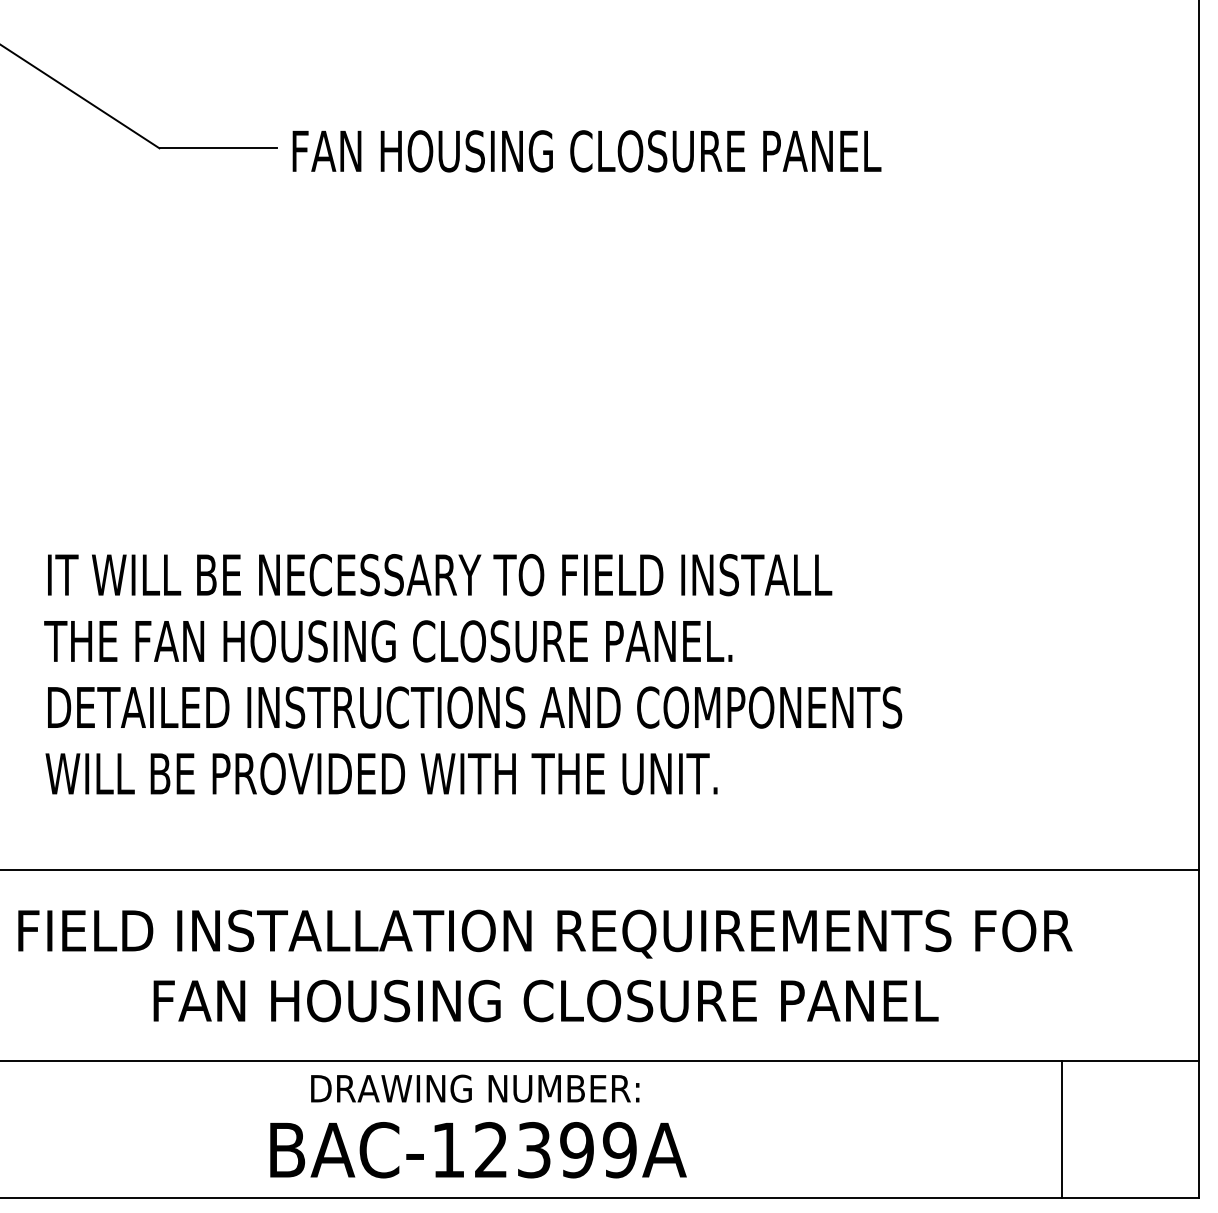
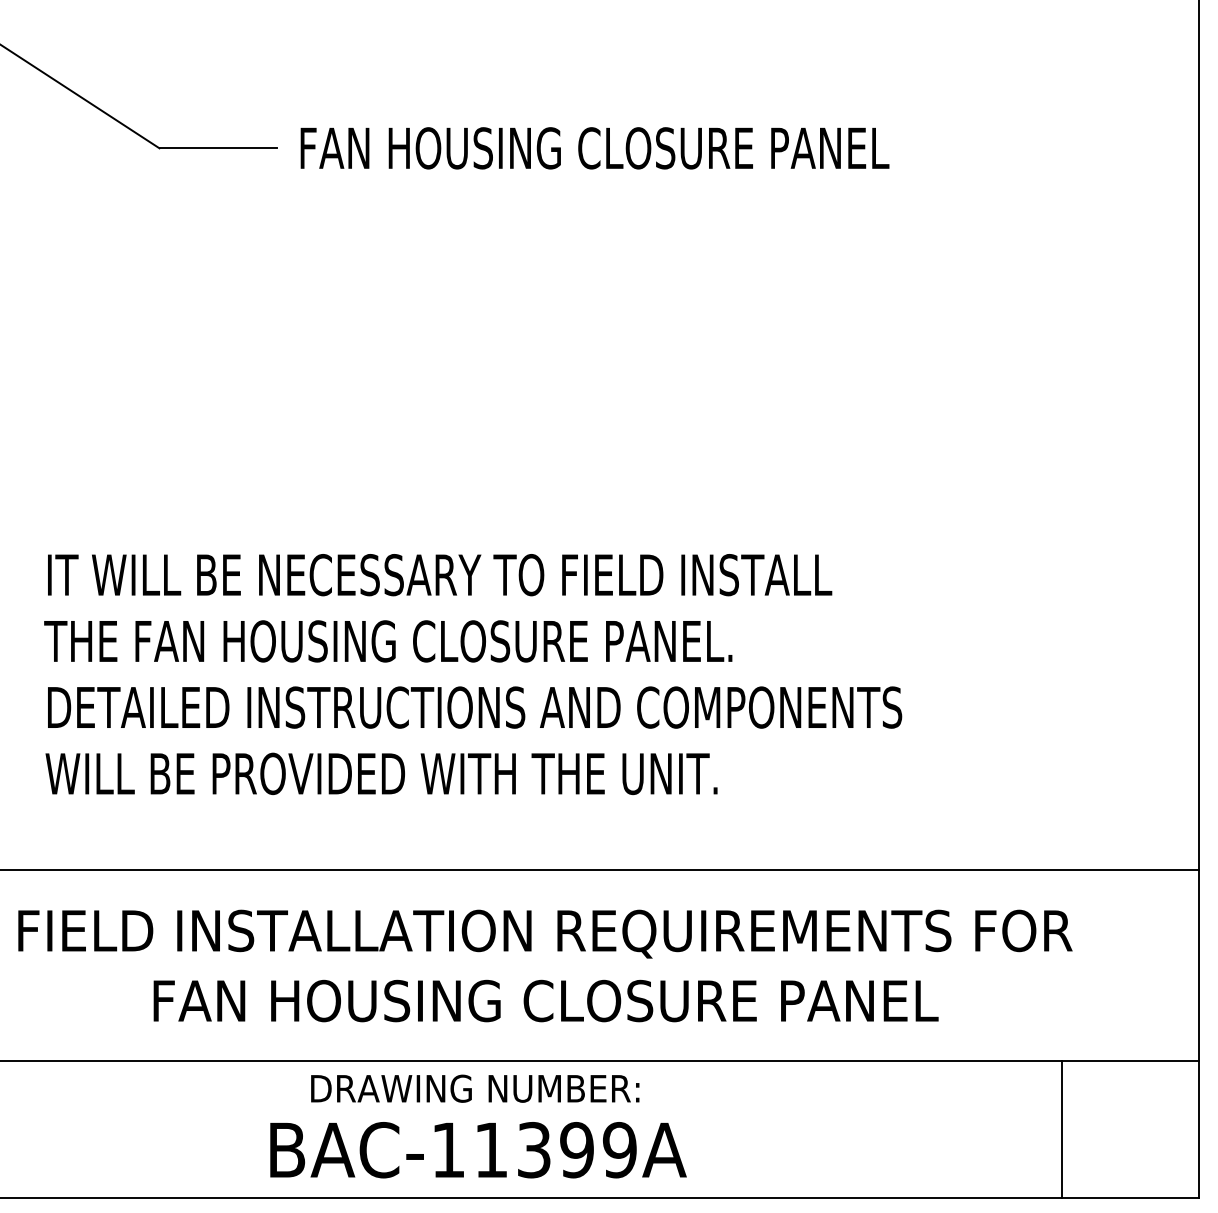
text at (586, 151) position: (586, 151) -> (594, 148)
text at (490, 1149): BAC-12399A -> BAC-11399A
